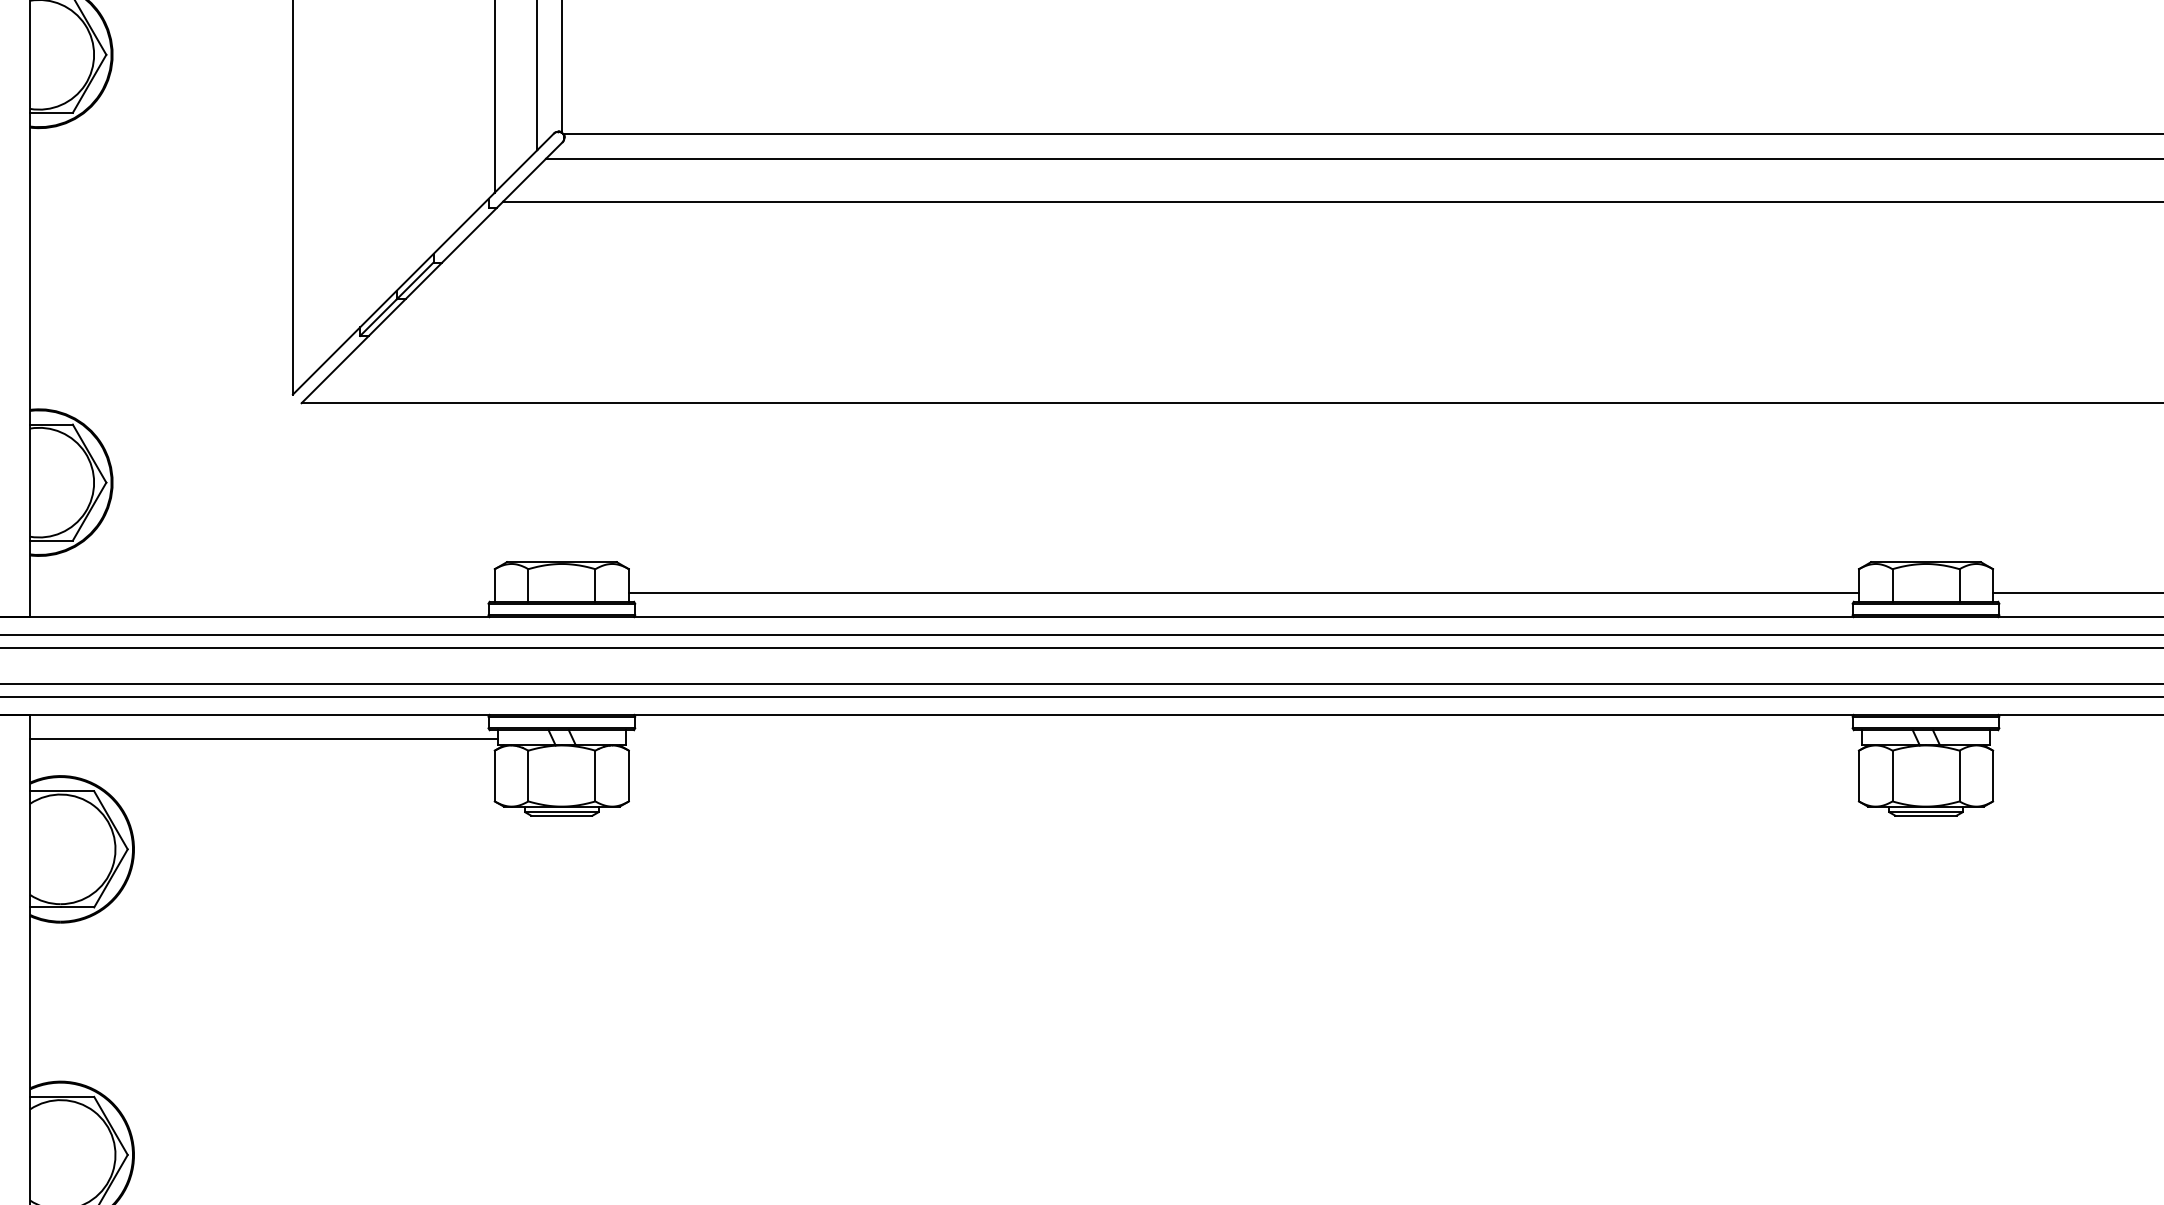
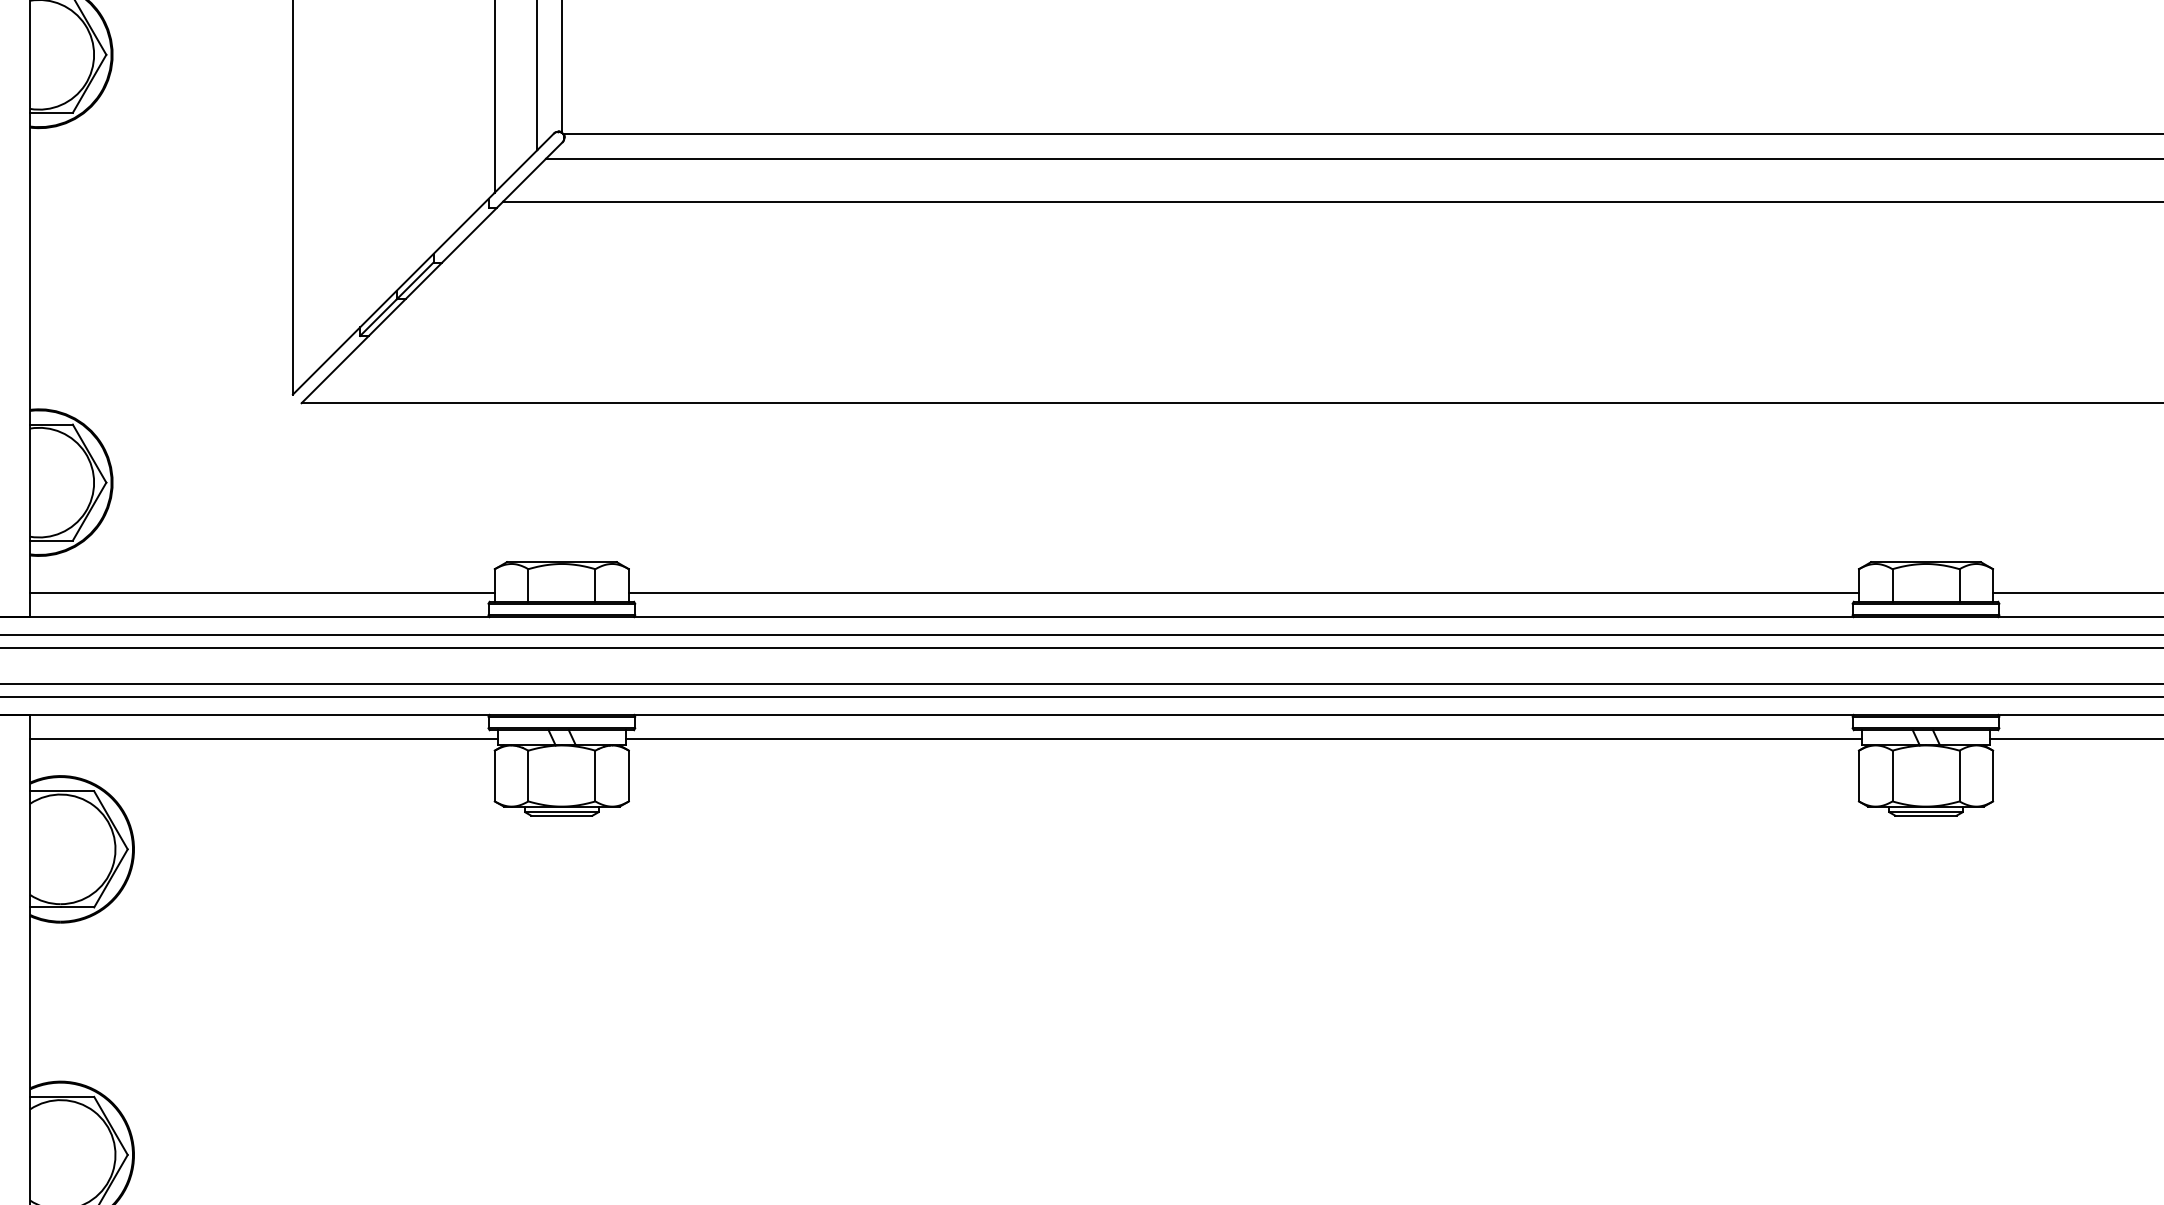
line at (262, 592): none -> present
line at (1243, 739): none -> present
line at (2075, 739): none -> present
